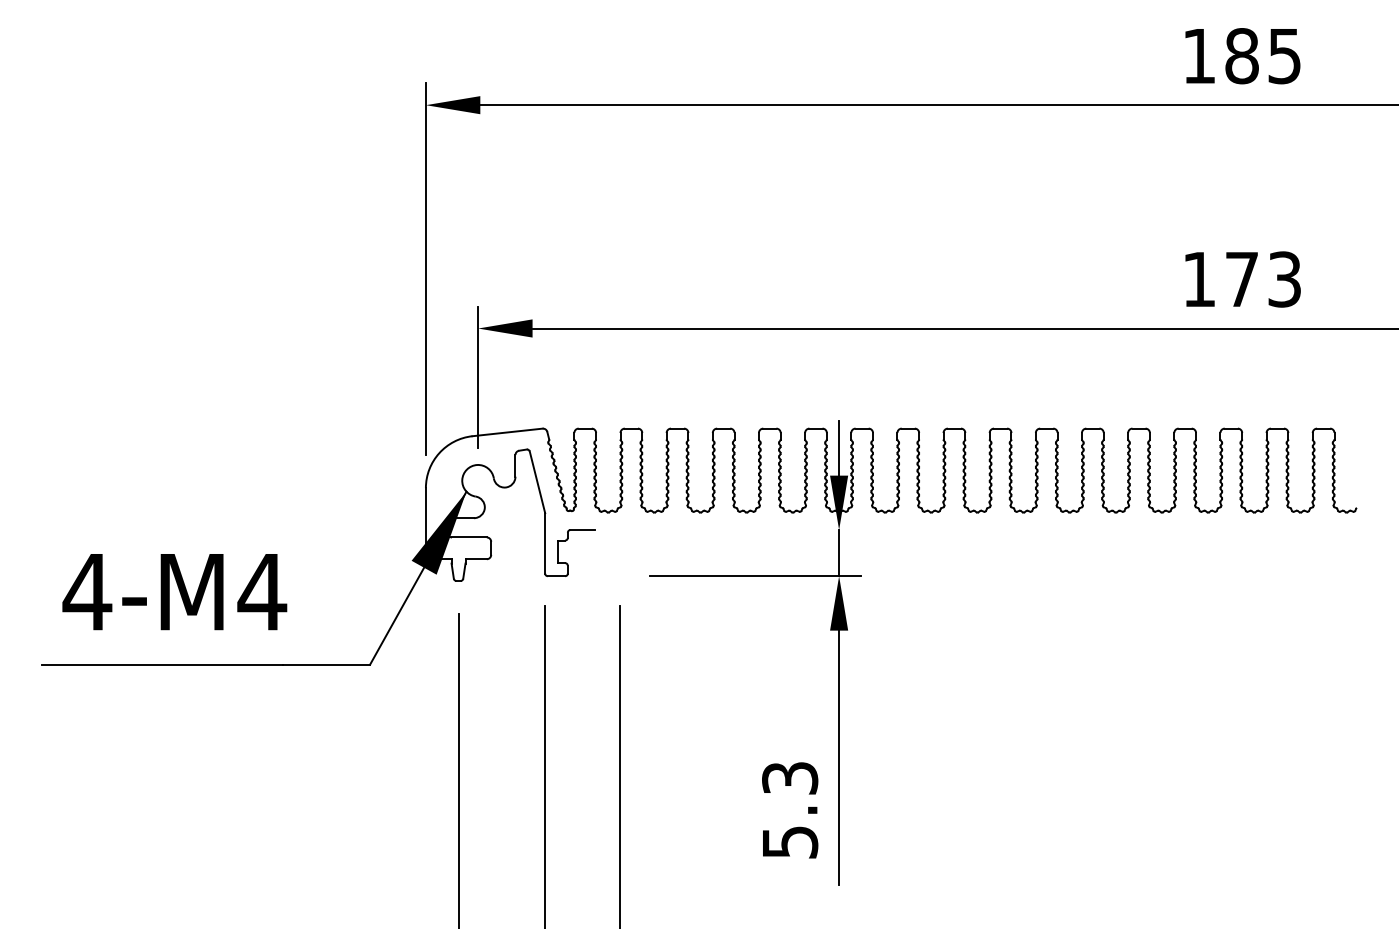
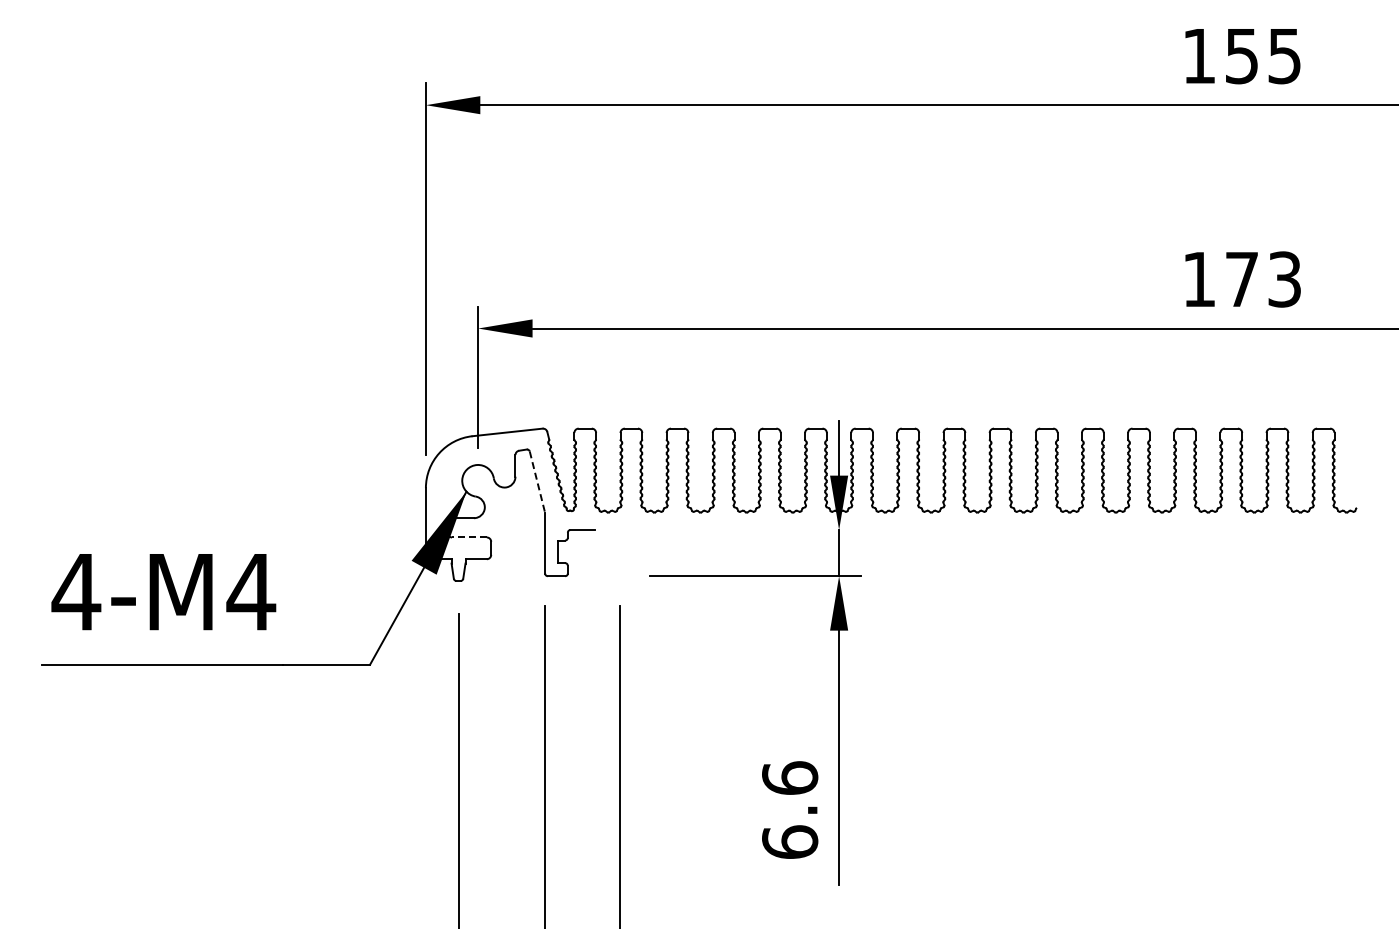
text at (1241, 56): 185 -> 155
line at (537, 482): solid -> dashed
line at (468, 537): solid -> dashed
text at (174, 592) position: (174, 592) -> (163, 592)
text at (790, 809): 5.3 -> 6.6
